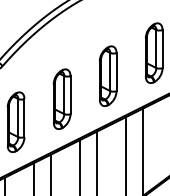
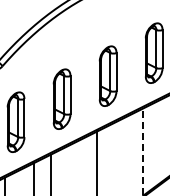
line at (143, 151): solid -> dashed
line at (125, 154): present -> none
line at (79, 166): present -> none
